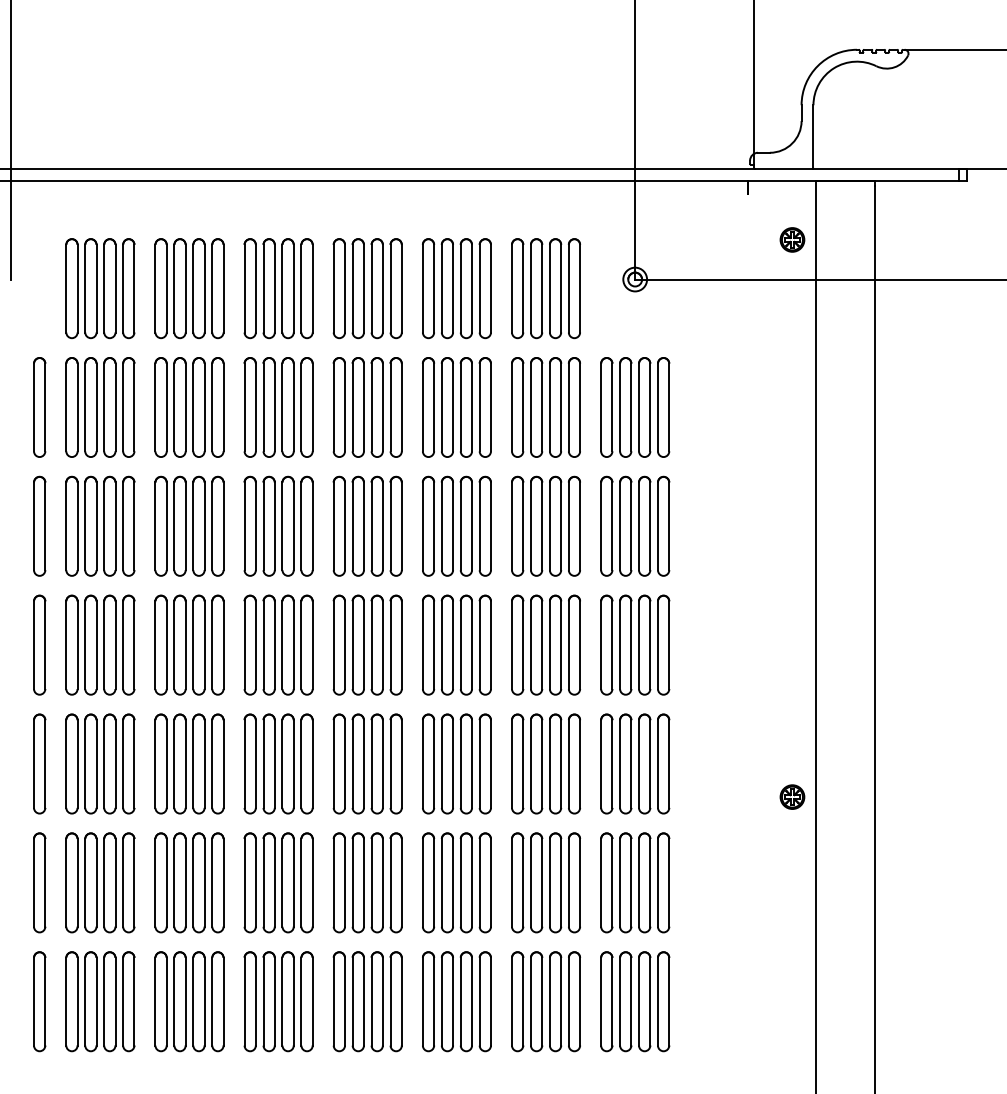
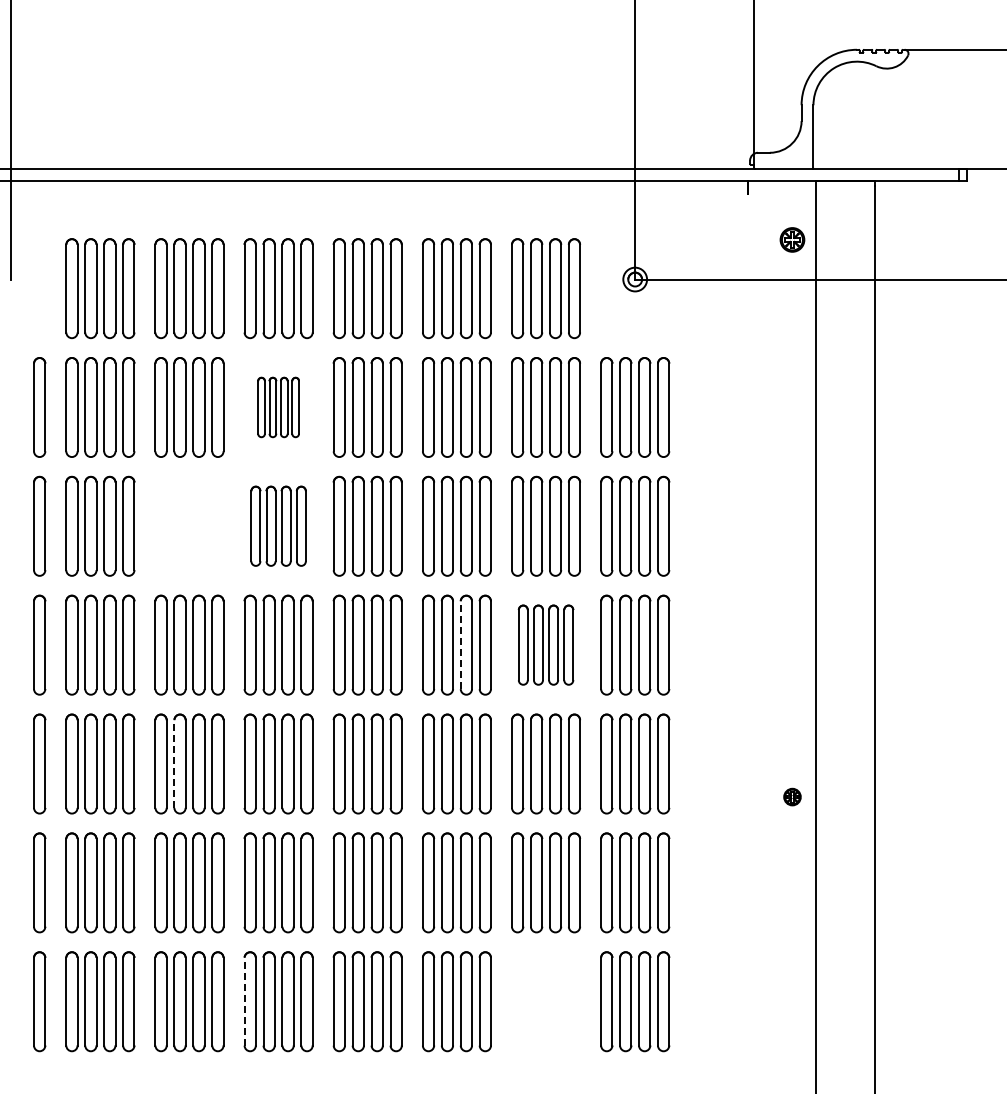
part at (278, 407) size: 71x101 px -> 43x63 px
part at (189, 525): present -> none
part at (278, 525) size: 71x102 px -> 57x82 px
part at (545, 644) size: 70x102 px -> 58x82 px
line at (460, 645): solid -> dashed
line at (174, 764): solid -> dashed
part at (792, 796) size: 27x26 px -> 19x20 px
line at (244, 1001): solid -> dashed
part at (545, 1001): present -> none
